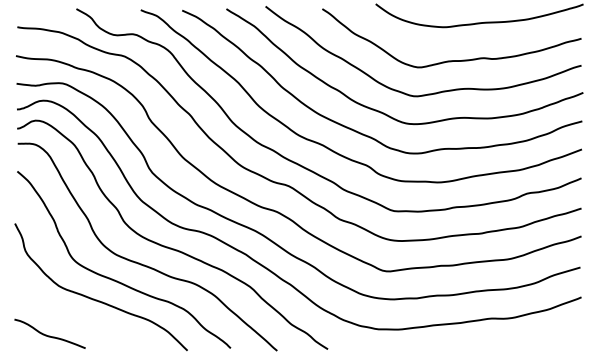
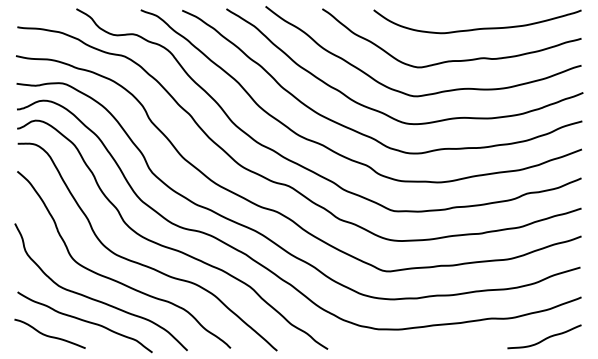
curve at (479, 22) position: (479, 22) -> (477, 28)
curve at (84, 321): none -> present
curve at (544, 338): none -> present
